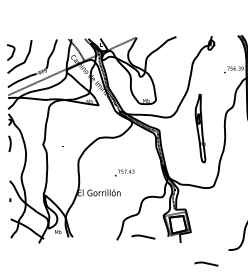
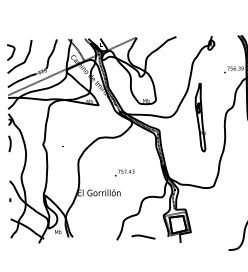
part at (200, 128) position: (200, 128) -> (200, 117)
curve at (206, 263): present -> none
